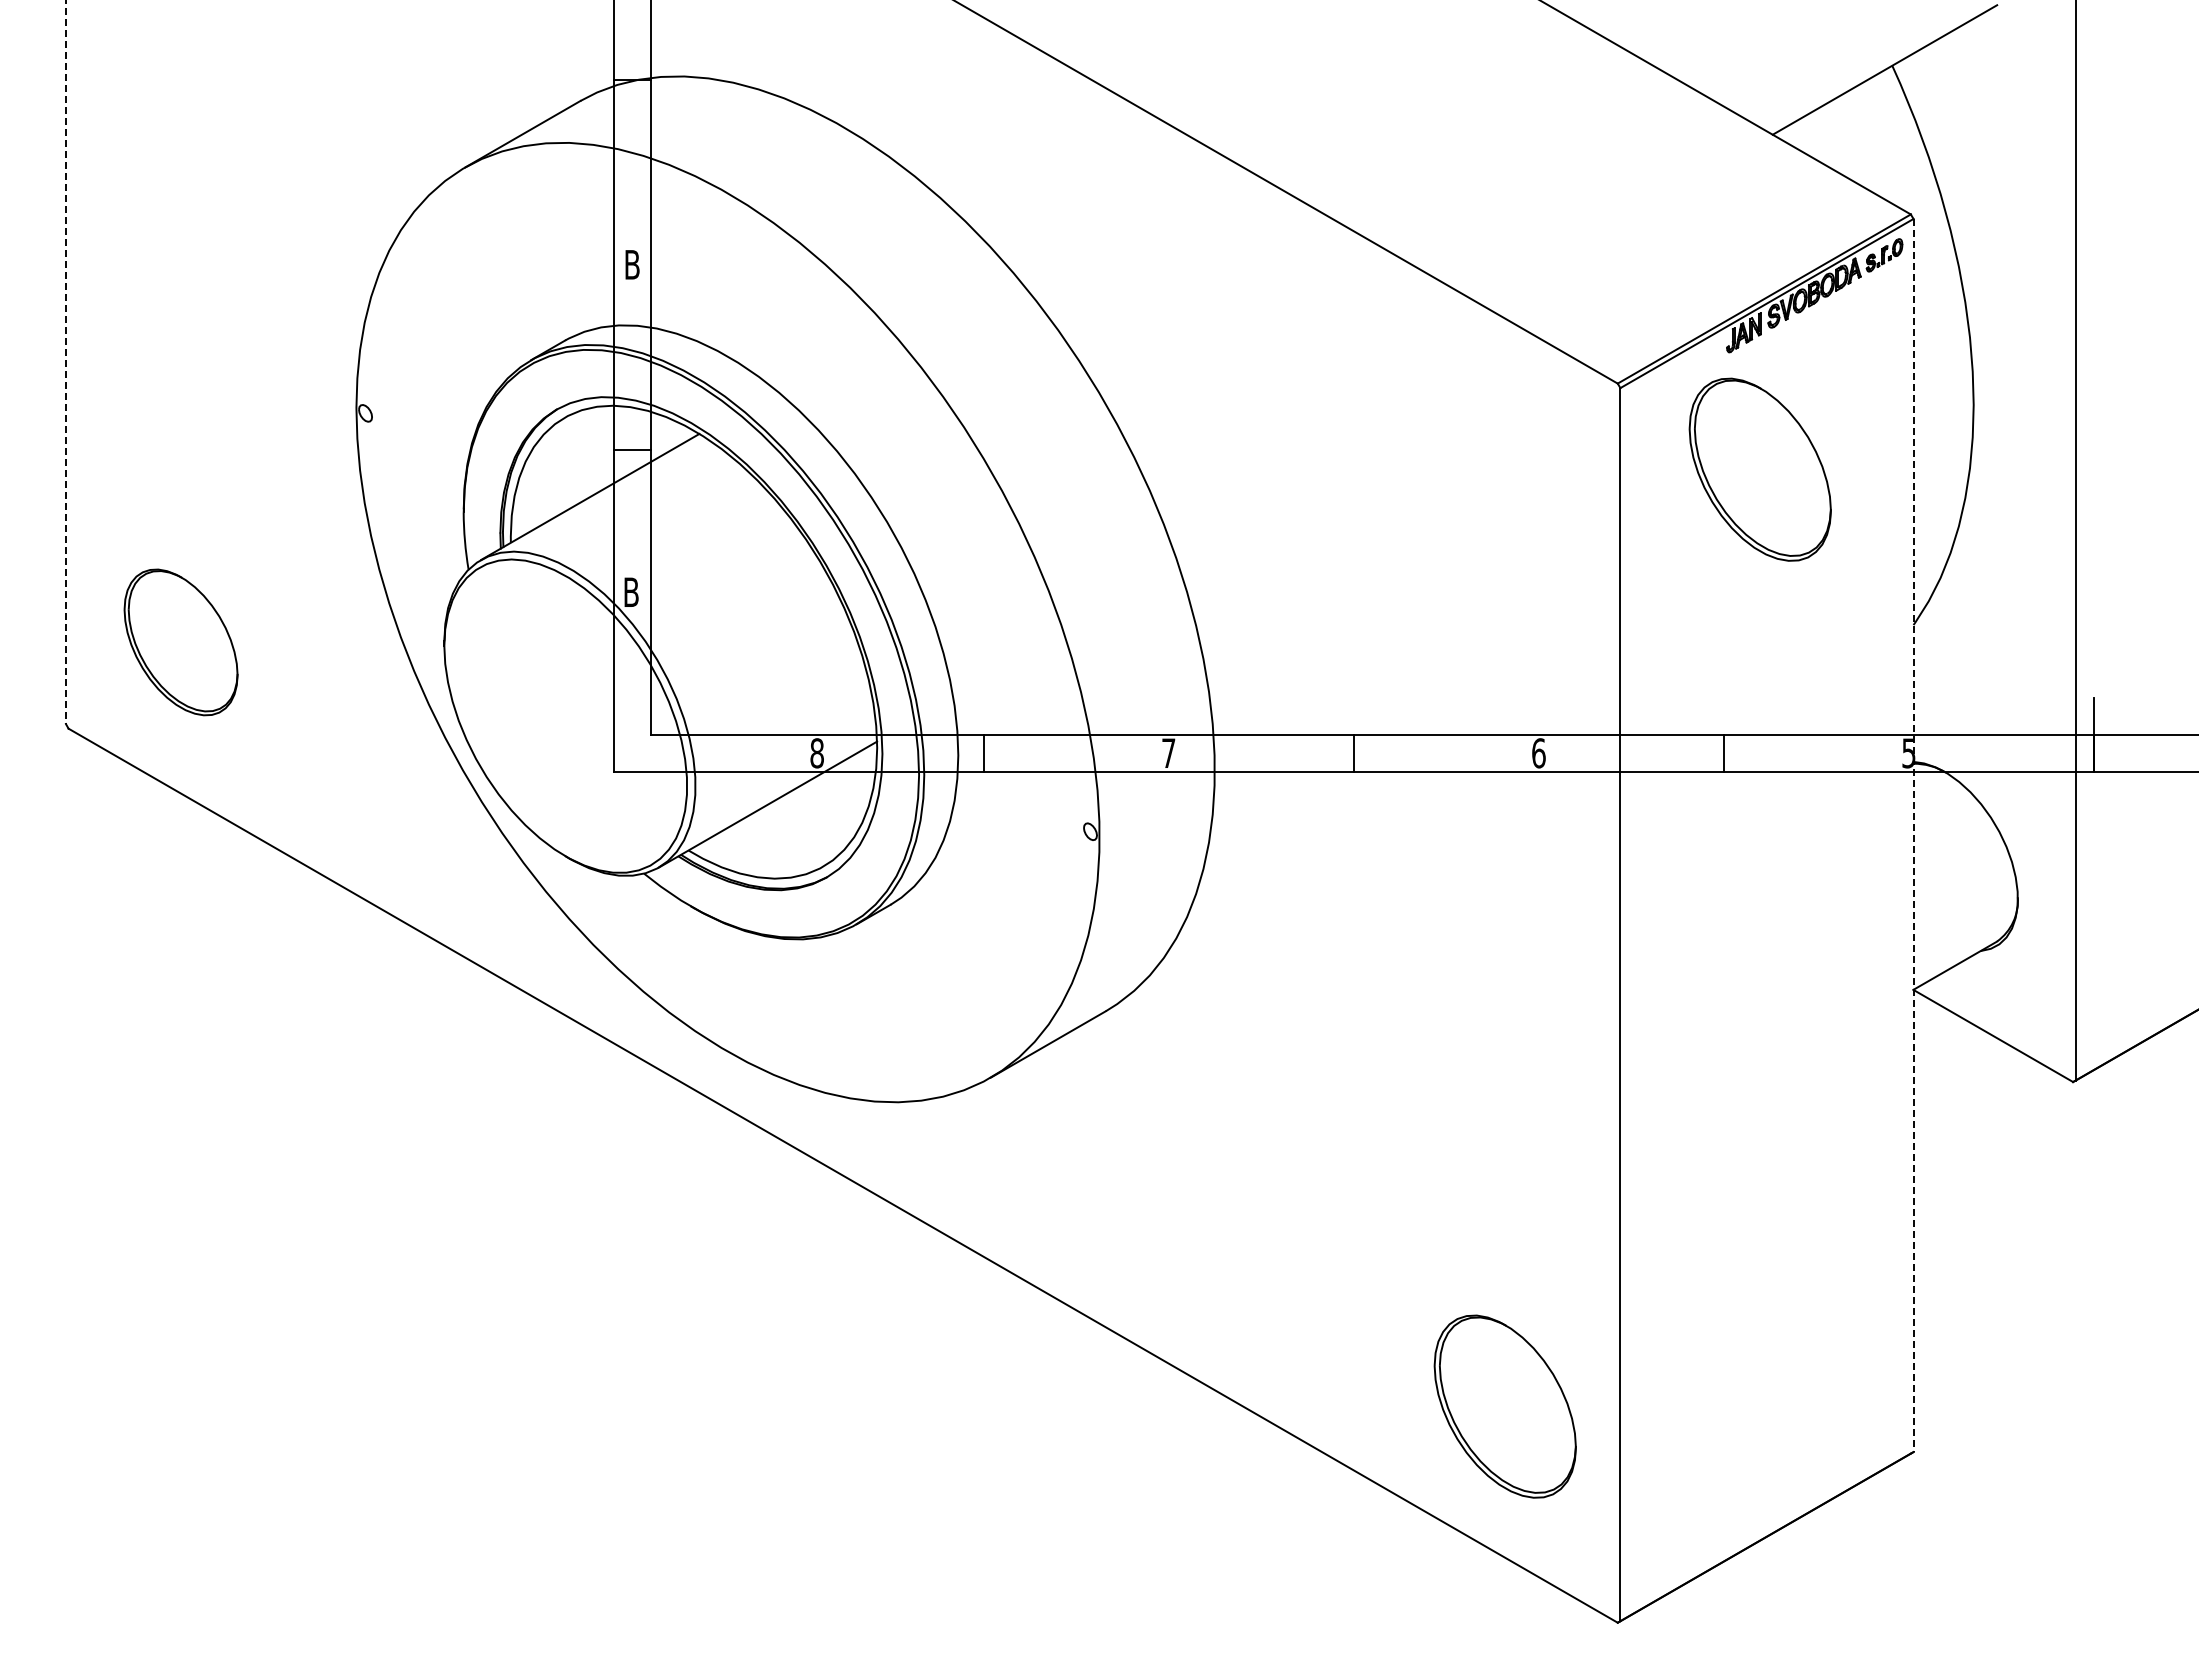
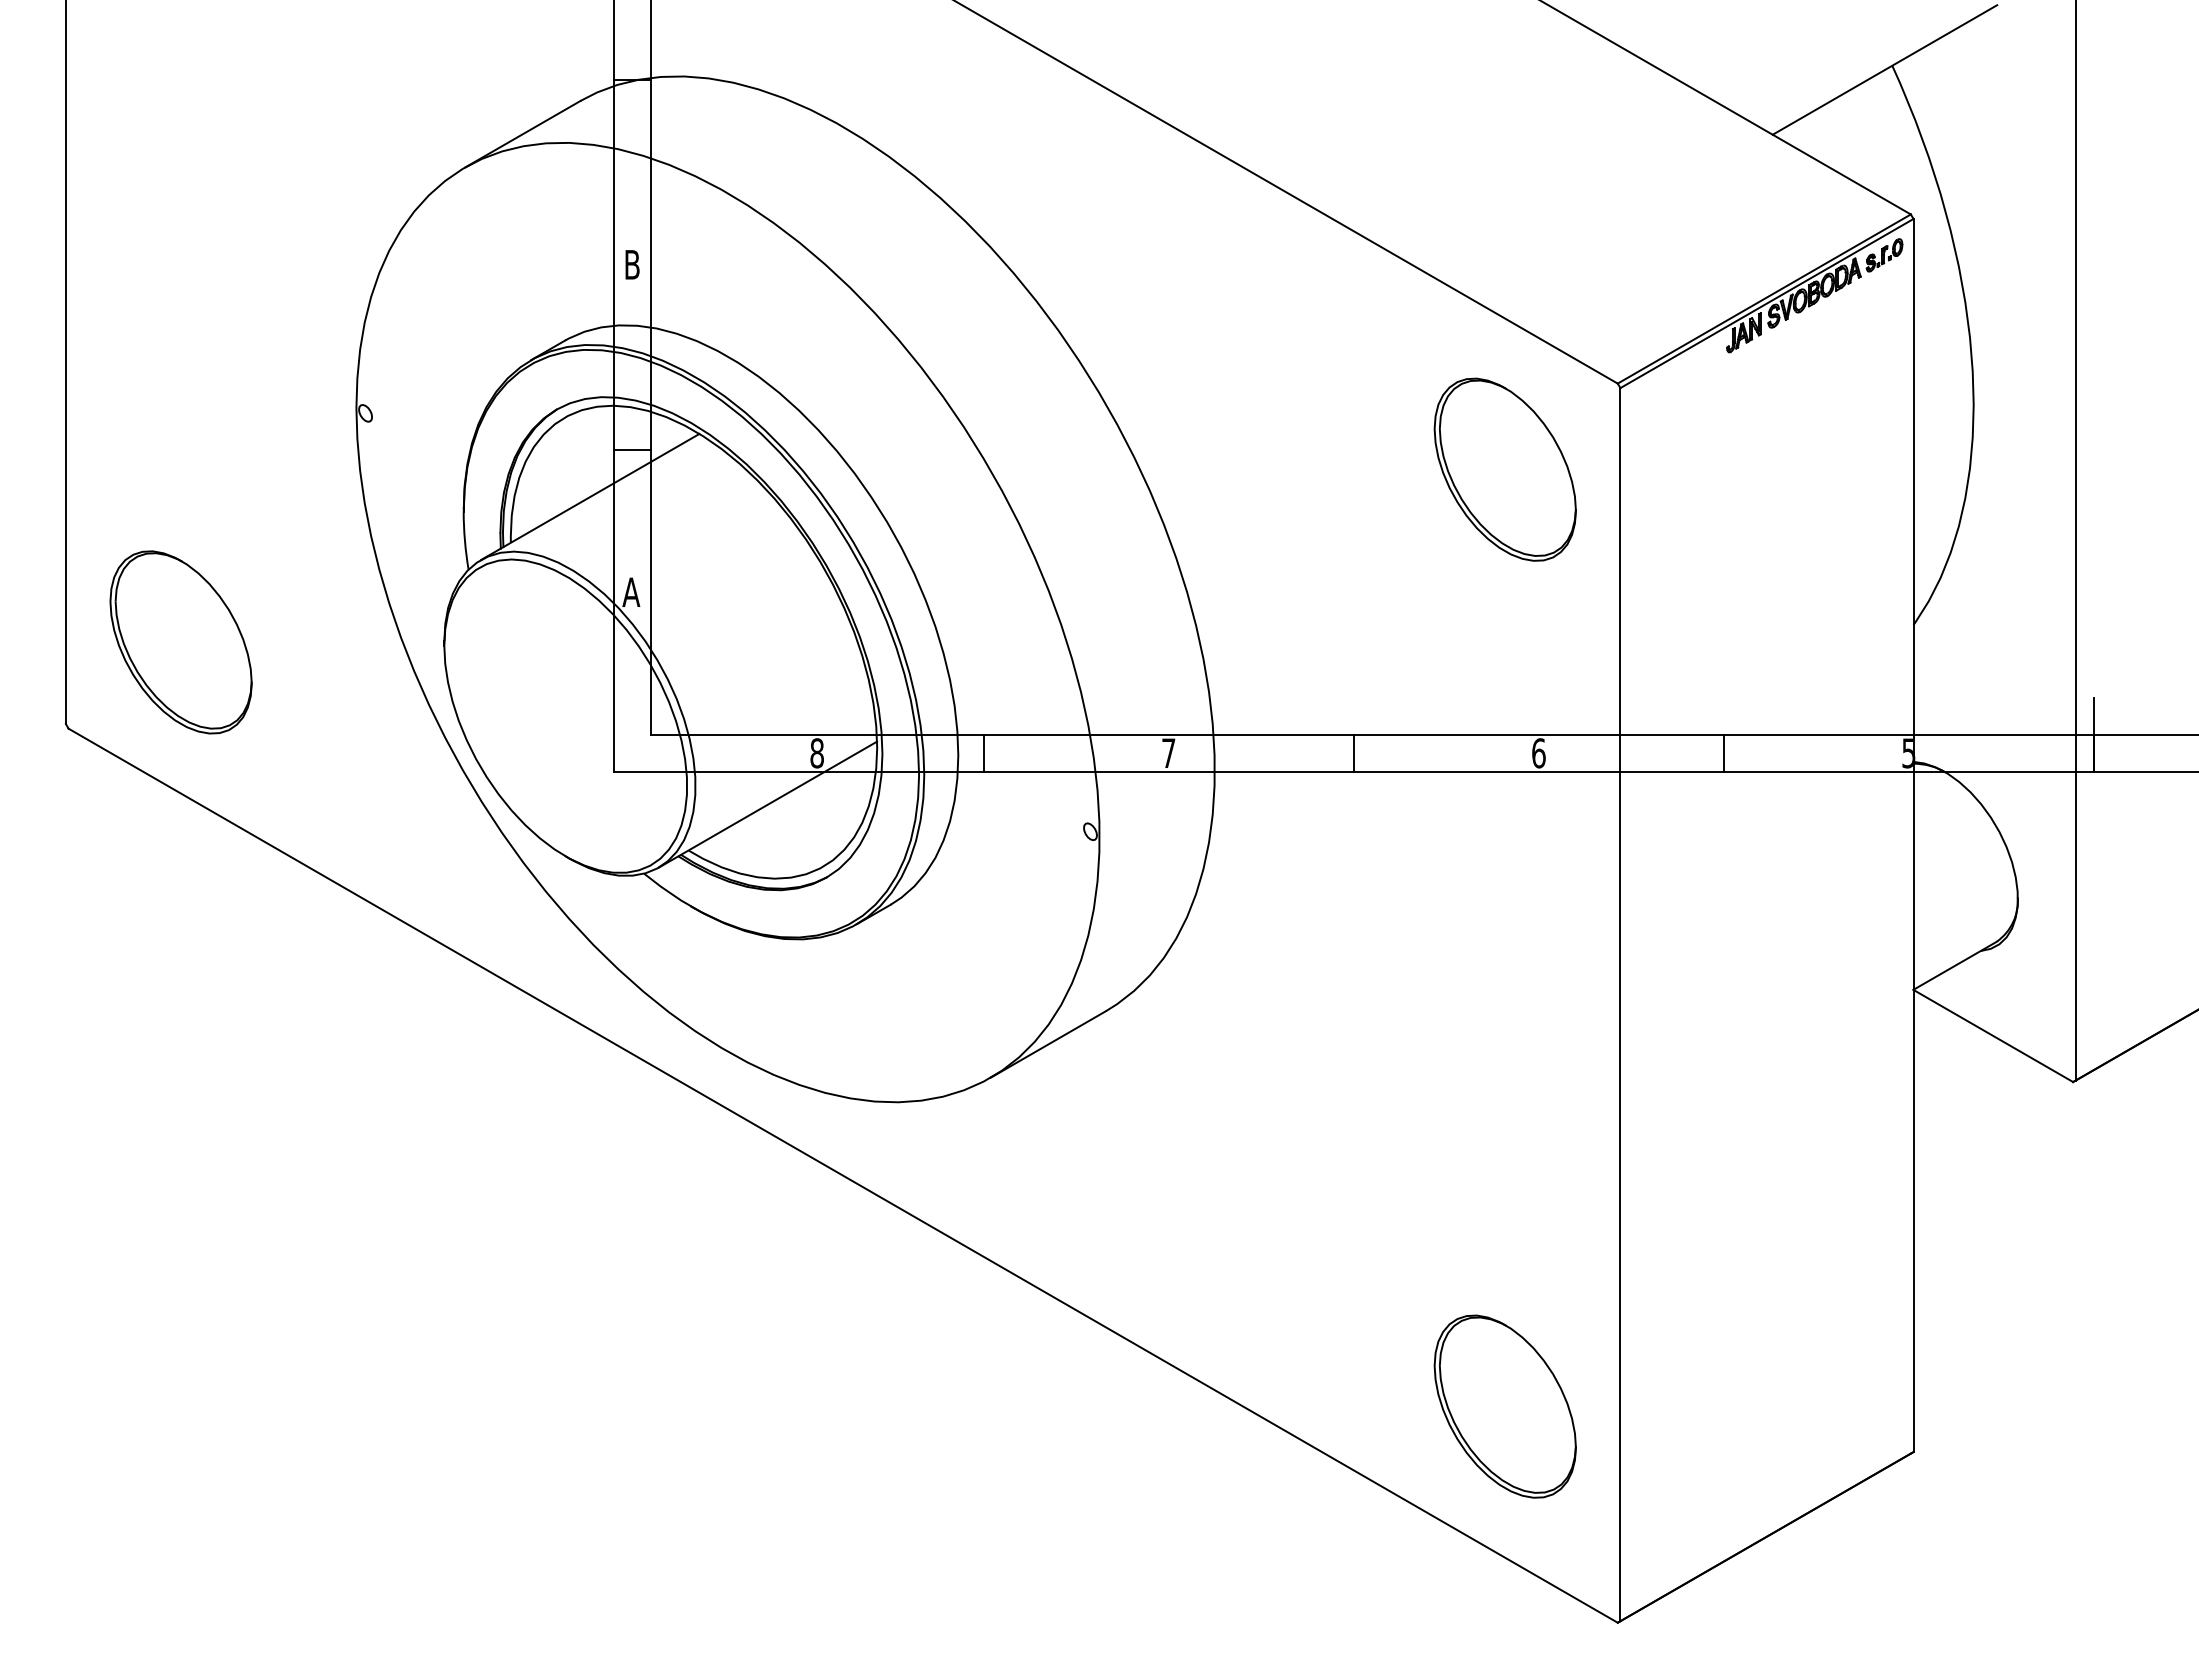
line at (65, 362): dashed -> solid
part at (1759, 469) position: (1759, 469) -> (1504, 469)
text at (631, 591): B -> A
part at (180, 642) size: 116x149 px -> 144x185 px
line at (1913, 835): dashed -> solid
